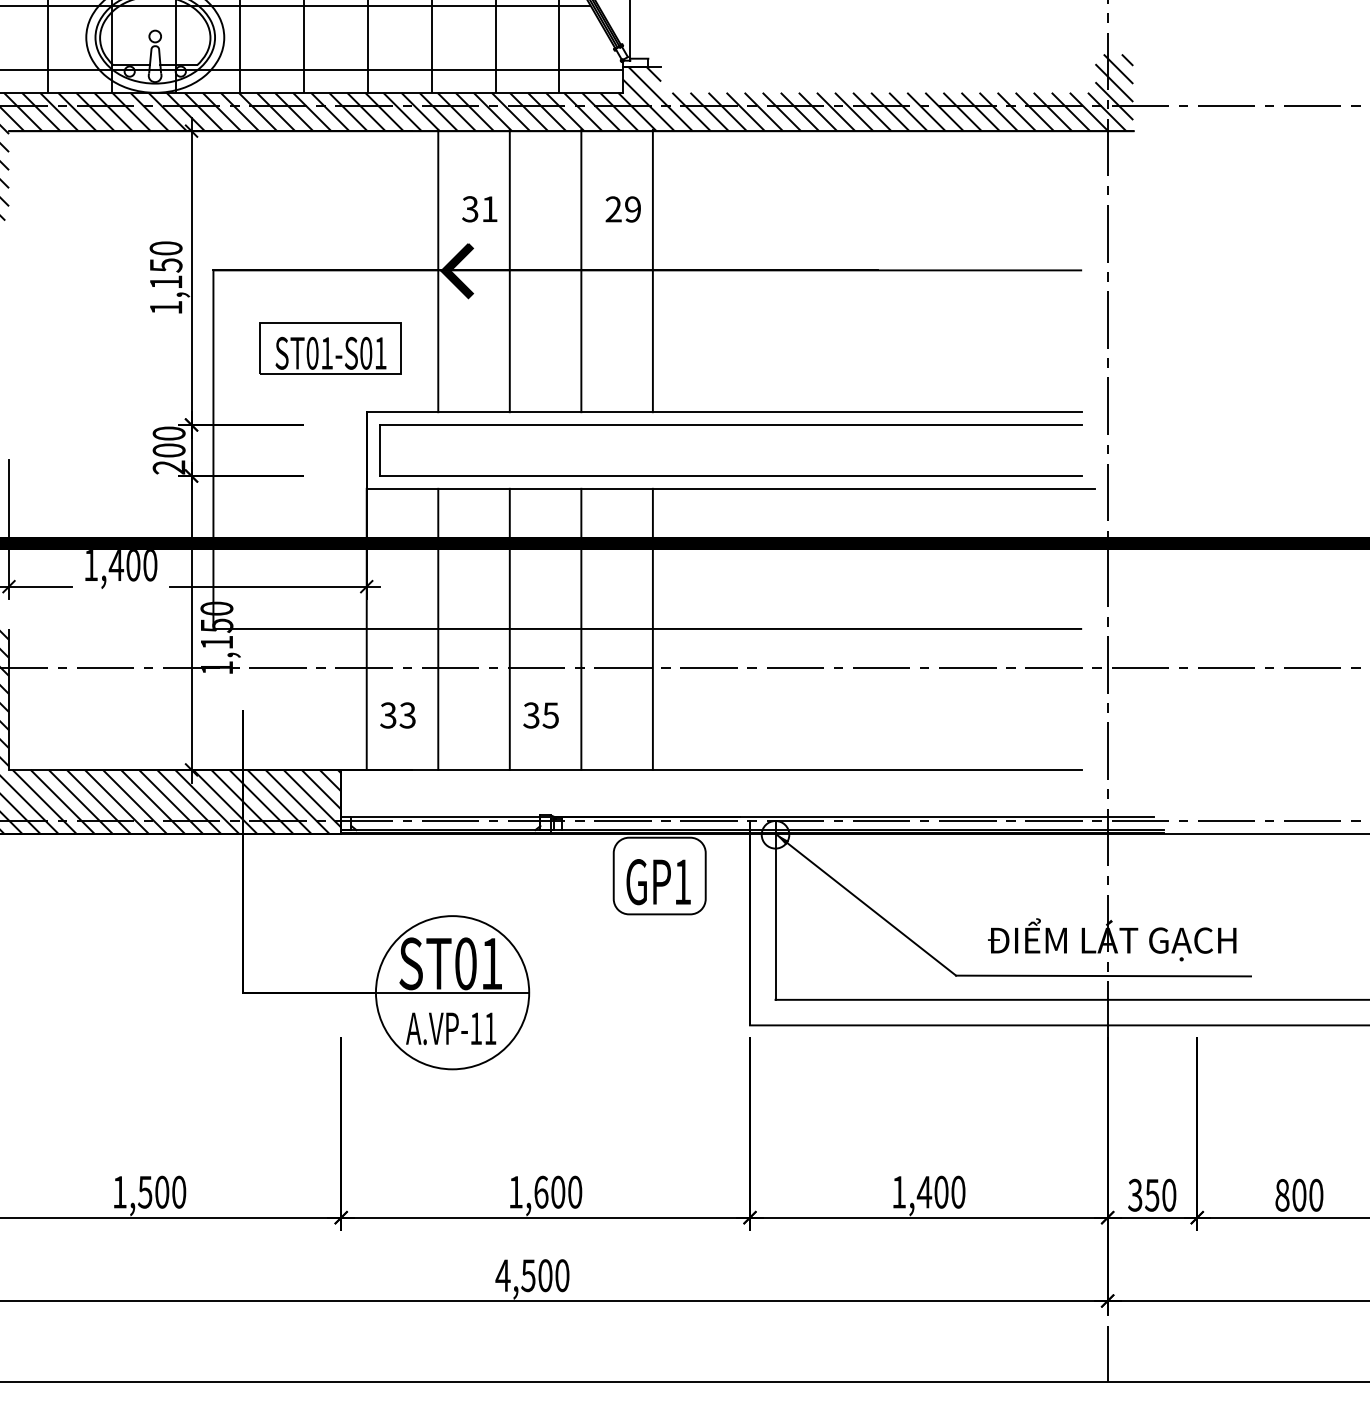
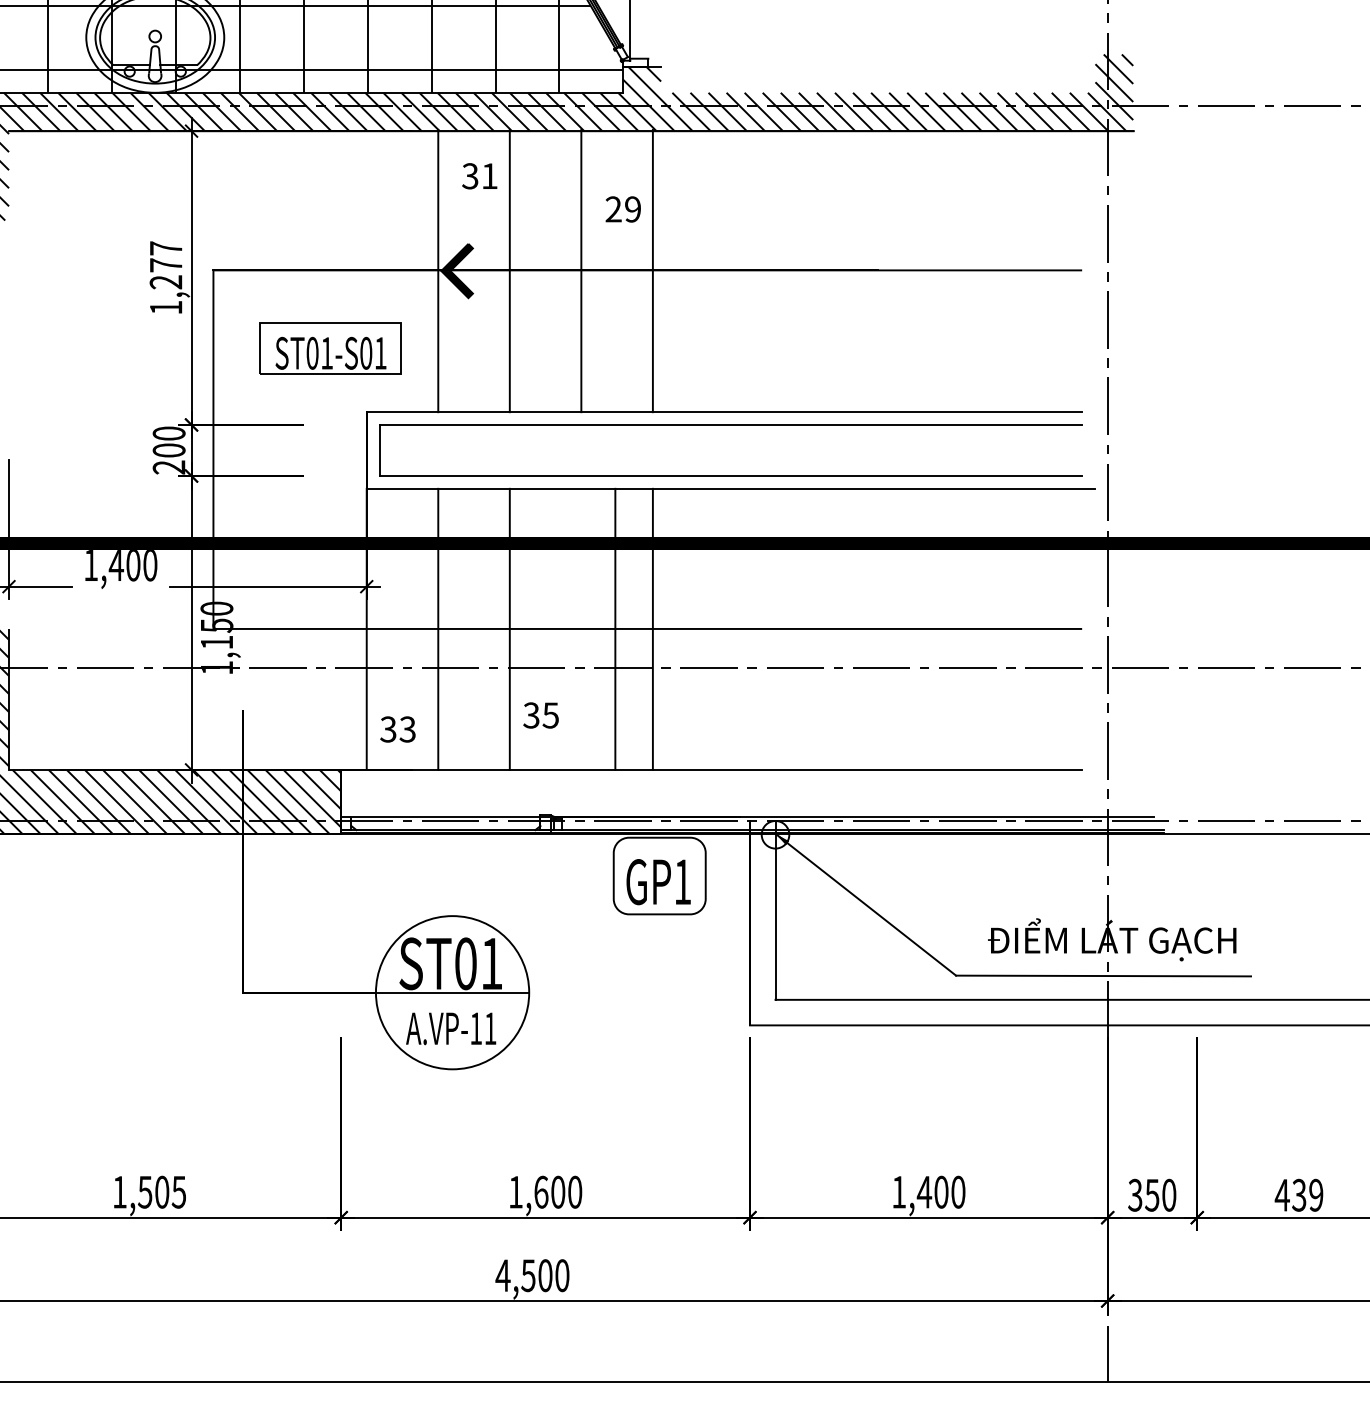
text at (479, 209) position: (479, 209) -> (479, 176)
text at (165, 265): 1,150 -> 1,277
line at (581, 628) position: (581, 628) -> (615, 628)
text at (397, 715) position: (397, 715) -> (397, 729)
text at (178, 1191): 1,500 -> 1,505
text at (1298, 1195): 800 -> 439
